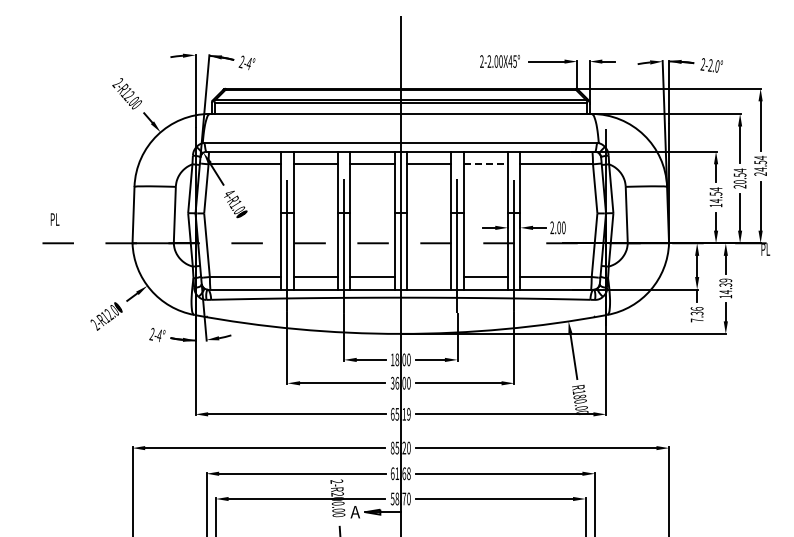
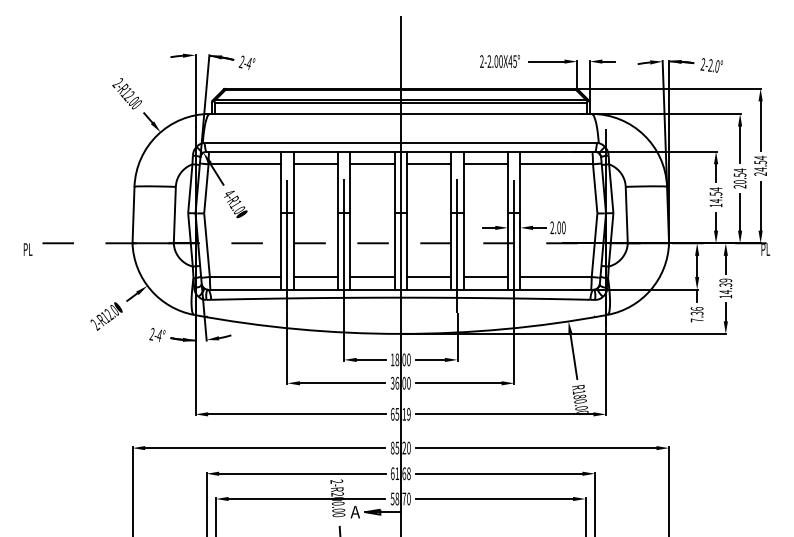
line at (486, 164): dashed -> solid
text at (54, 219) position: (54, 219) -> (27, 249)
line at (429, 277): none -> present
